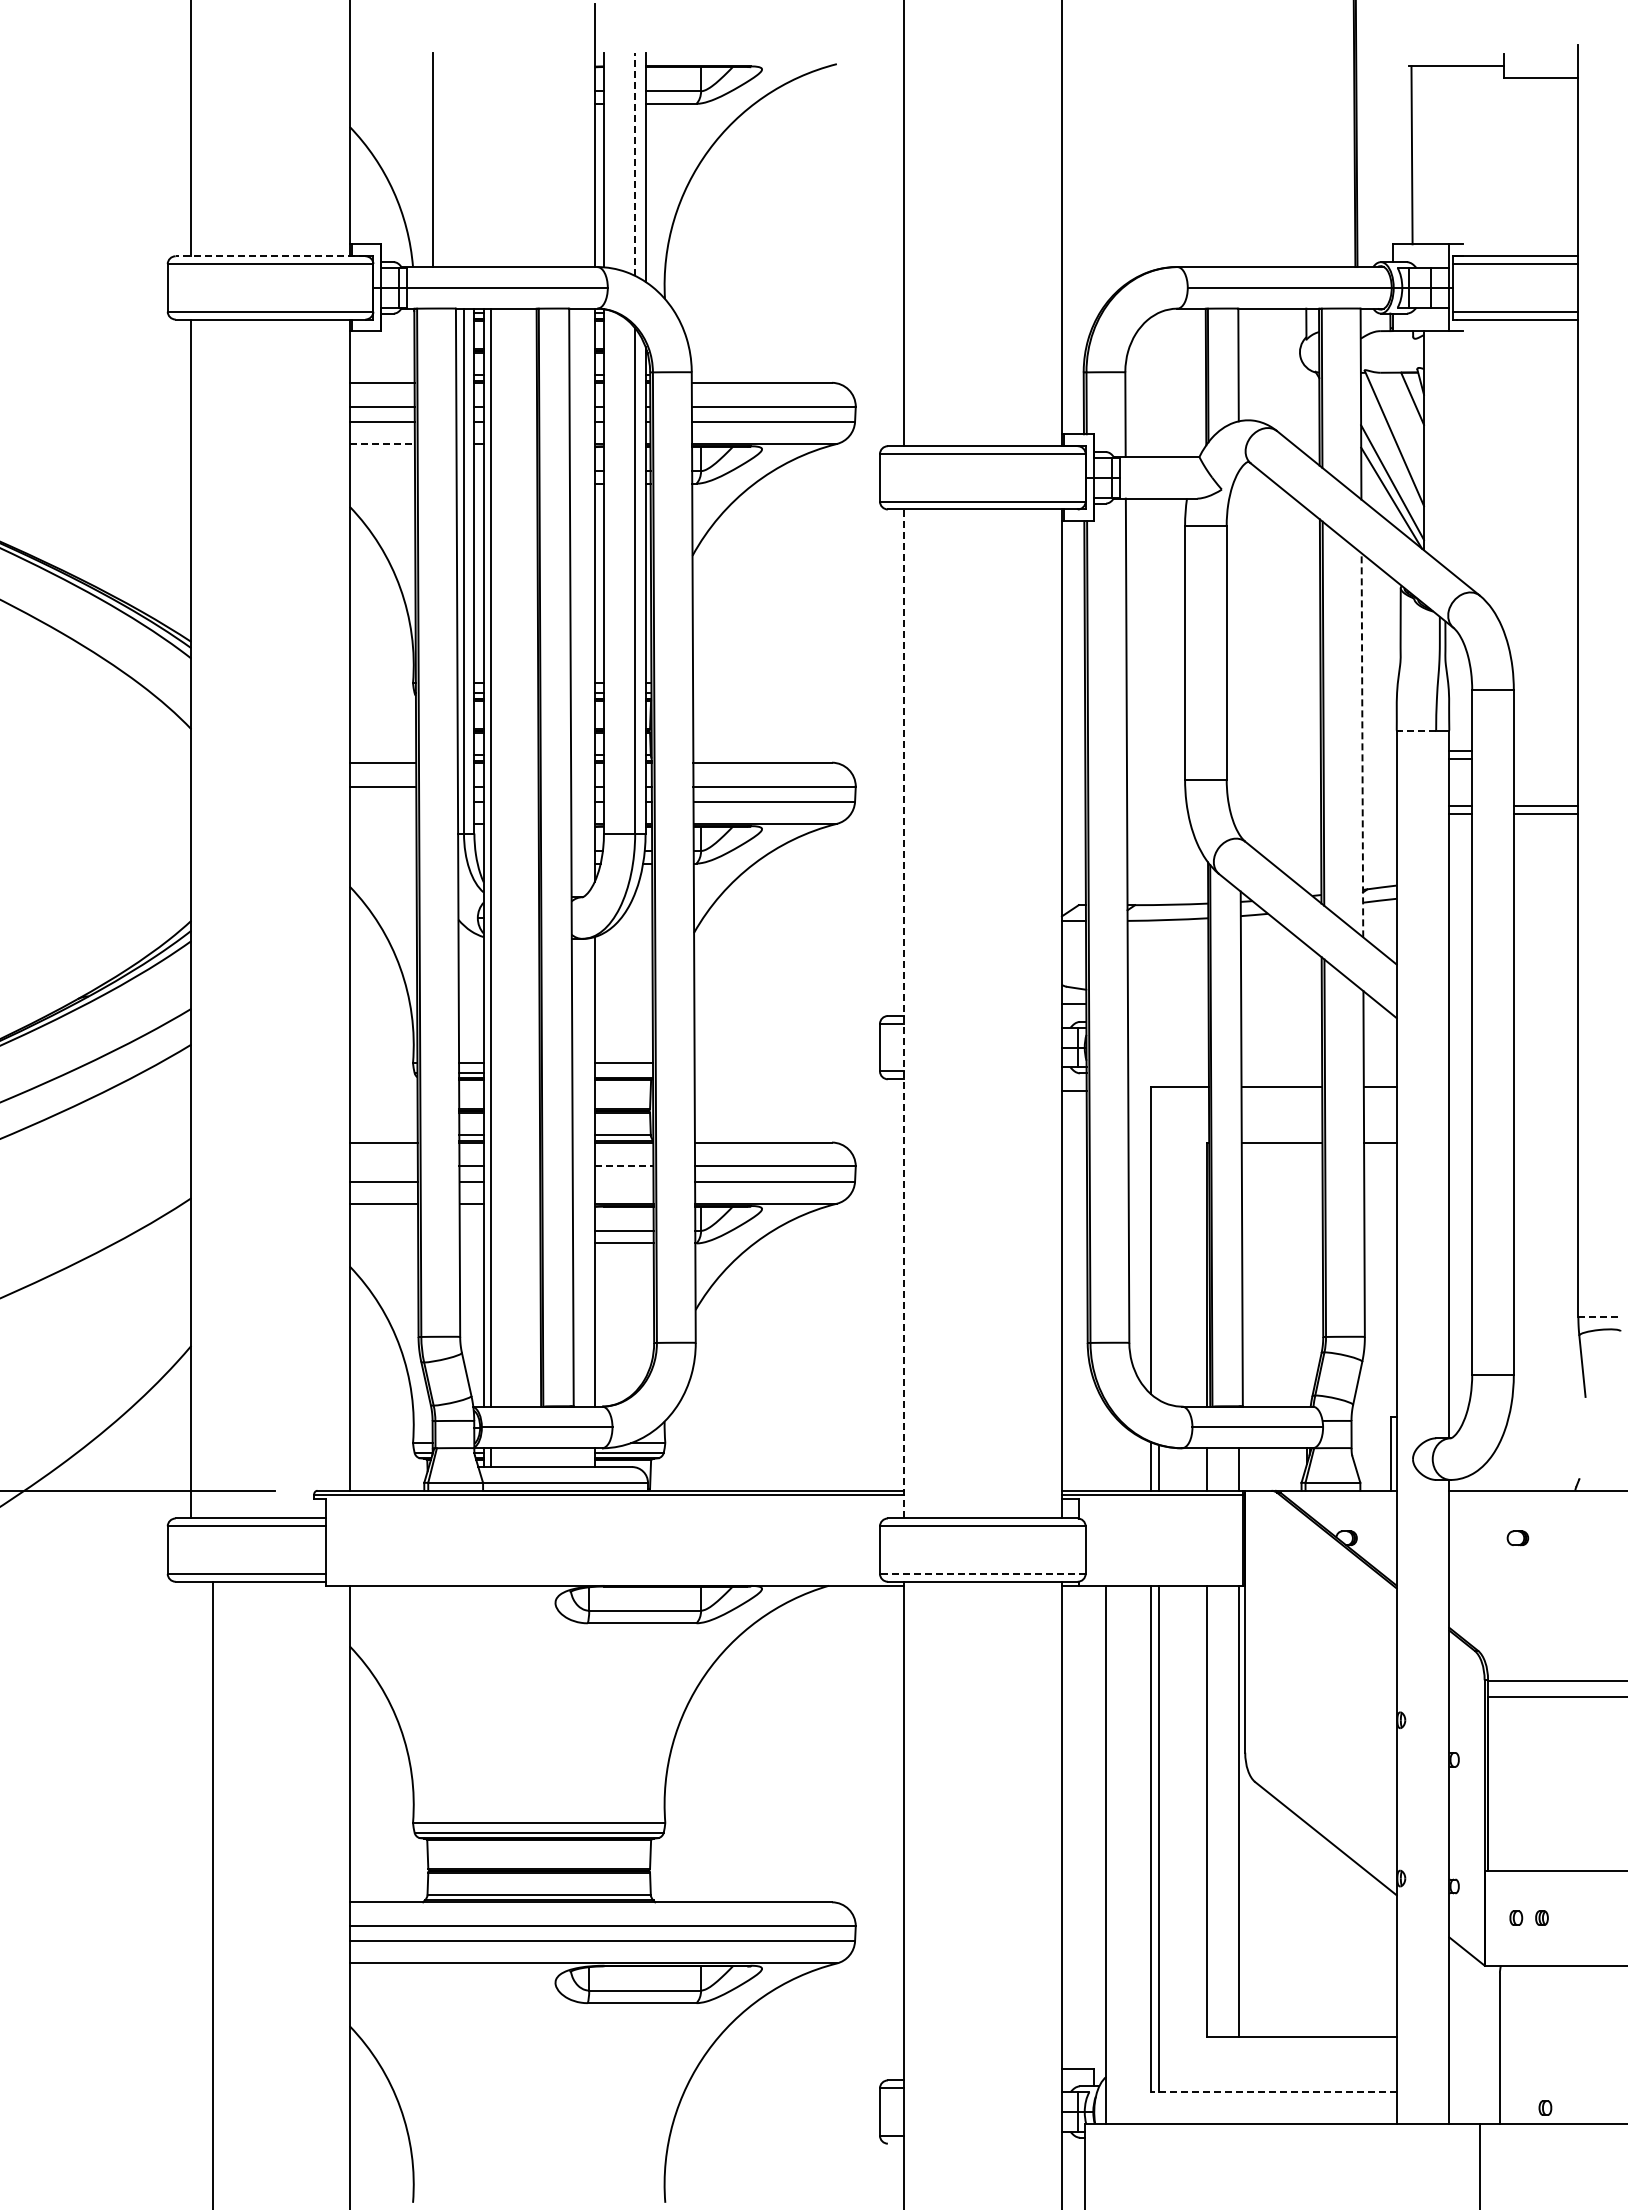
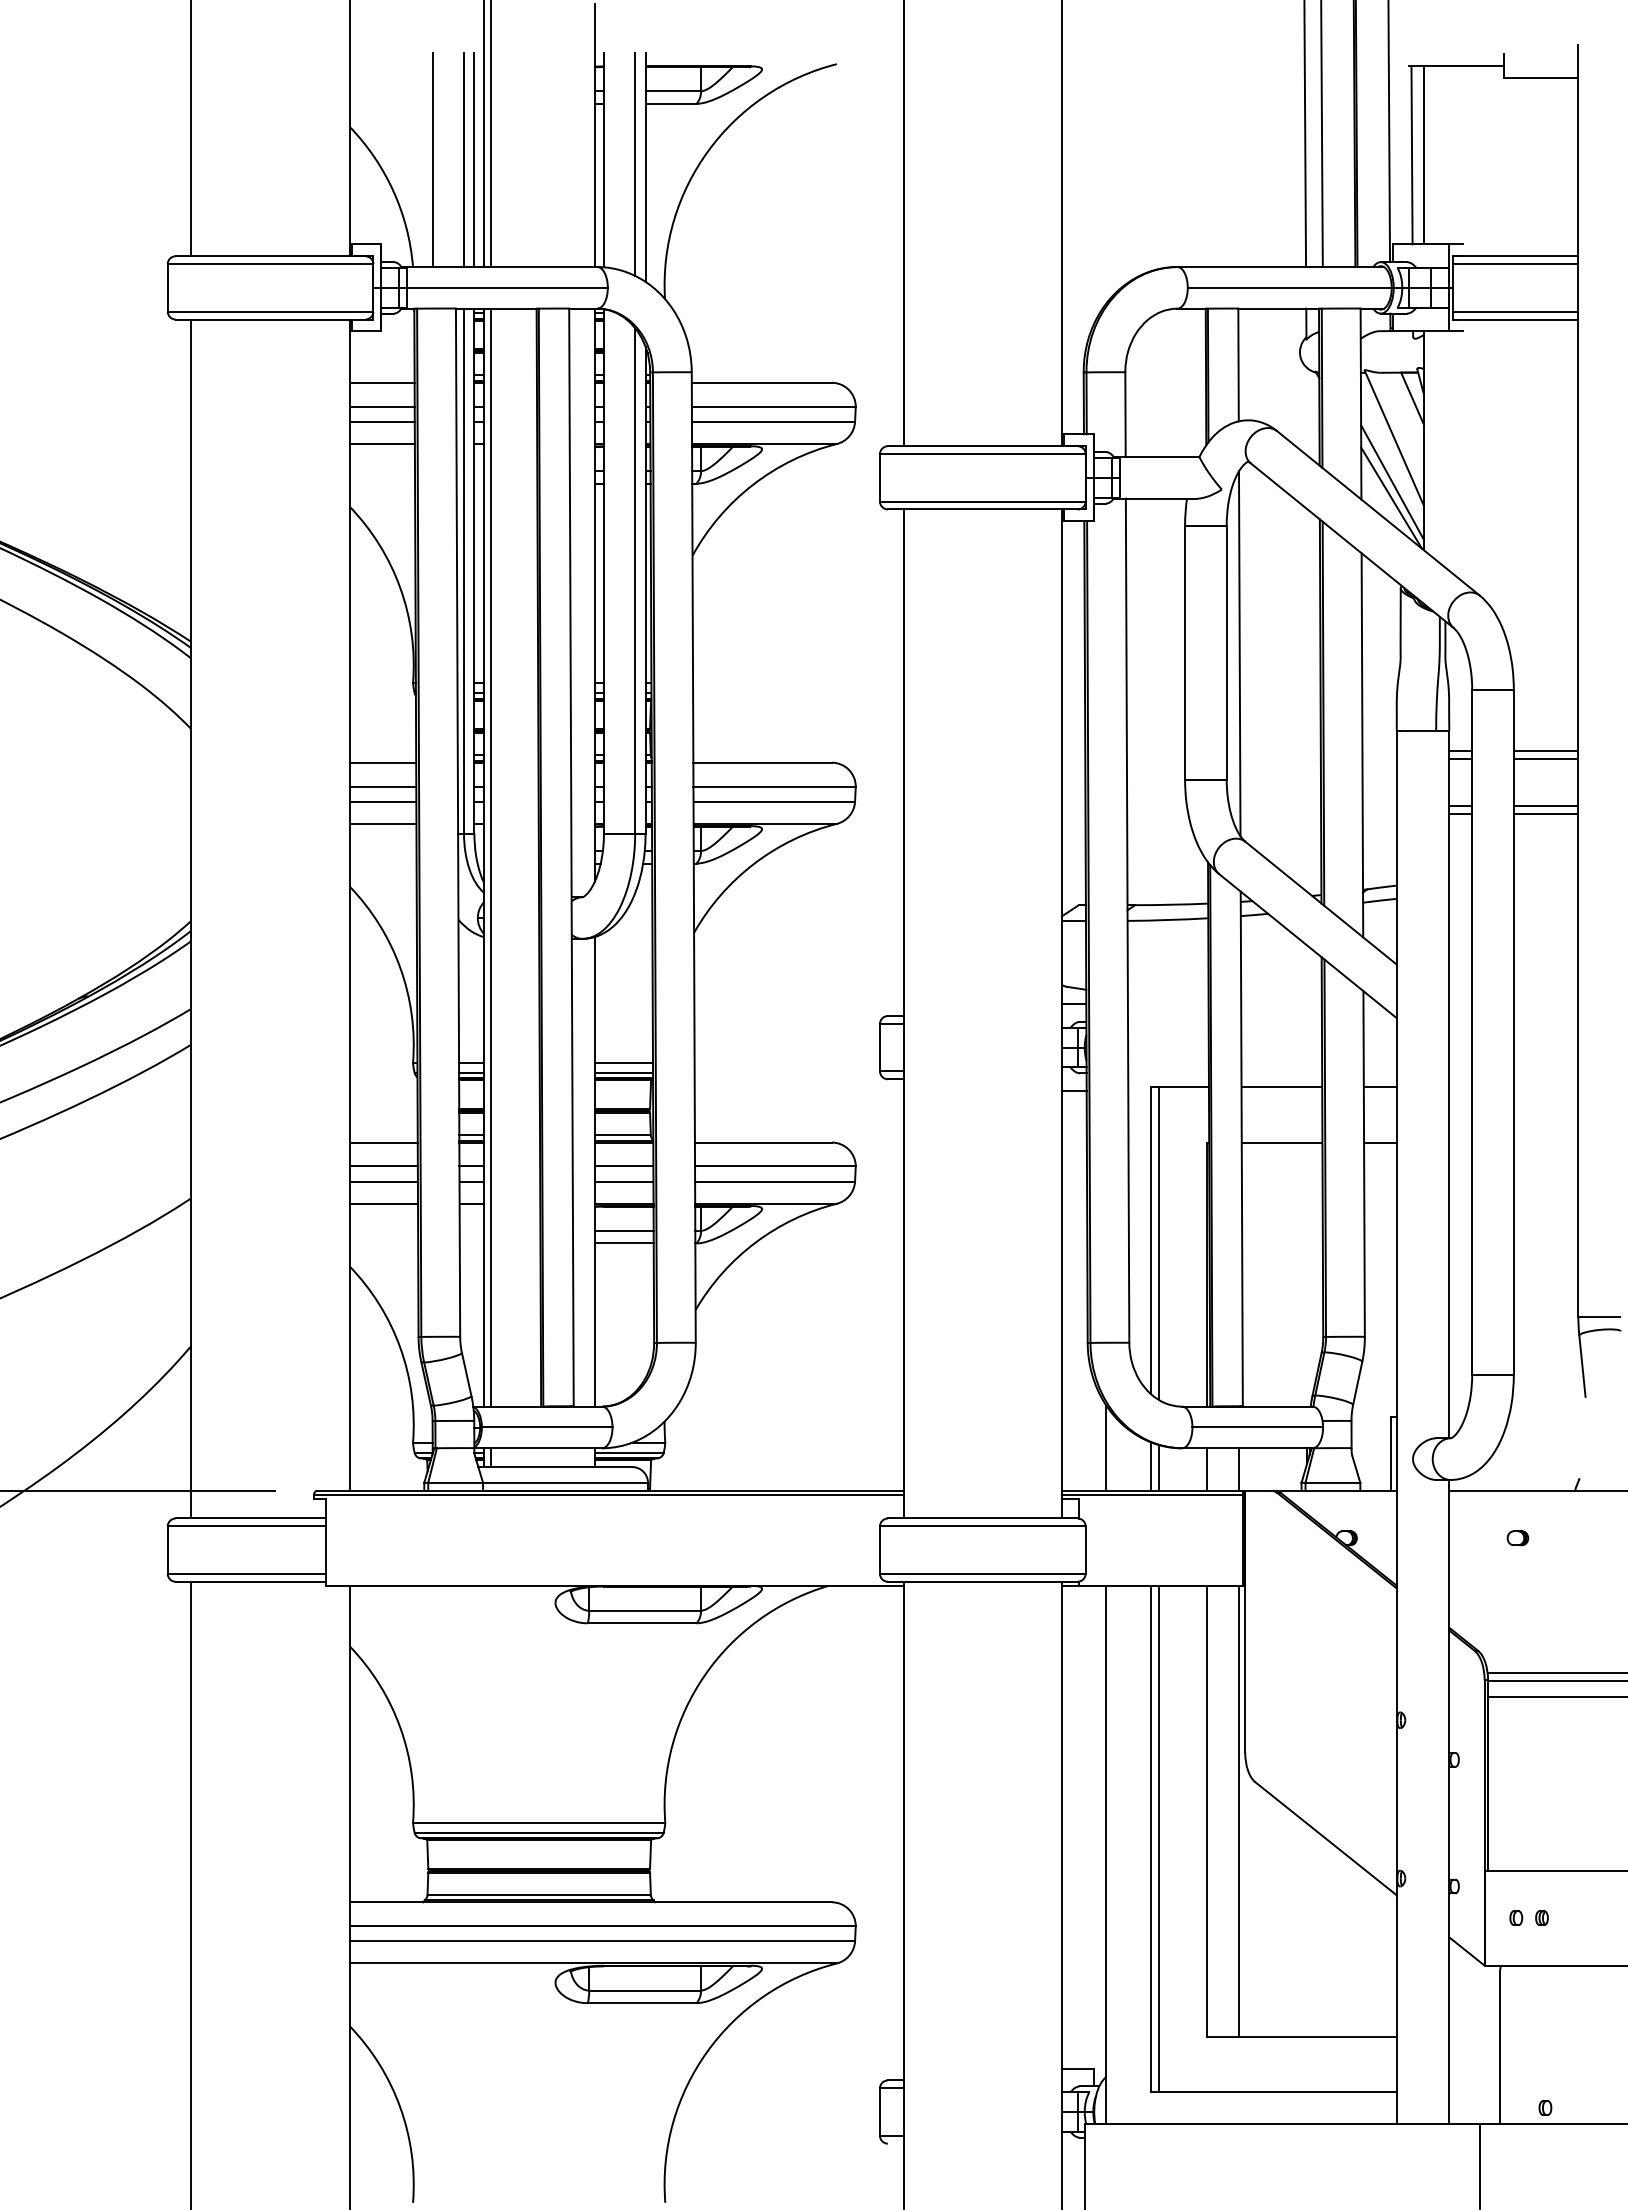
line at (1389, 132): none -> present
line at (483, 134): none -> present
line at (491, 134): none -> present
line at (1305, 134): none -> present
line at (1321, 134): none -> present
line at (1424, 155): none -> present
line at (464, 159): none -> present
line at (474, 159): none -> present
line at (635, 163): dashed -> solid
line at (270, 256): dashed -> solid
line at (382, 444): dashed -> solid
line at (1239, 653): none -> present
line at (1418, 730): dashed -> solid
line at (1362, 744): dashed -> solid
line at (1545, 750): none -> present
line at (1545, 758): none -> present
line at (382, 801): none -> present
line at (382, 823): none -> present
line at (903, 1013): dashed -> solid
line at (623, 1072): none -> present
line at (383, 1166): none -> present
line at (624, 1166): dashed -> solid
line at (623, 1181): none -> present
line at (1158, 1243): none -> present
line at (1599, 1316): dashed -> solid
line at (1106, 1447): none -> present
line at (982, 1573): dashed -> solid
line at (1555, 1672): none -> present
line at (213, 1893) position: (213, 1893) -> (191, 1893)
line at (1273, 2092): dashed -> solid
